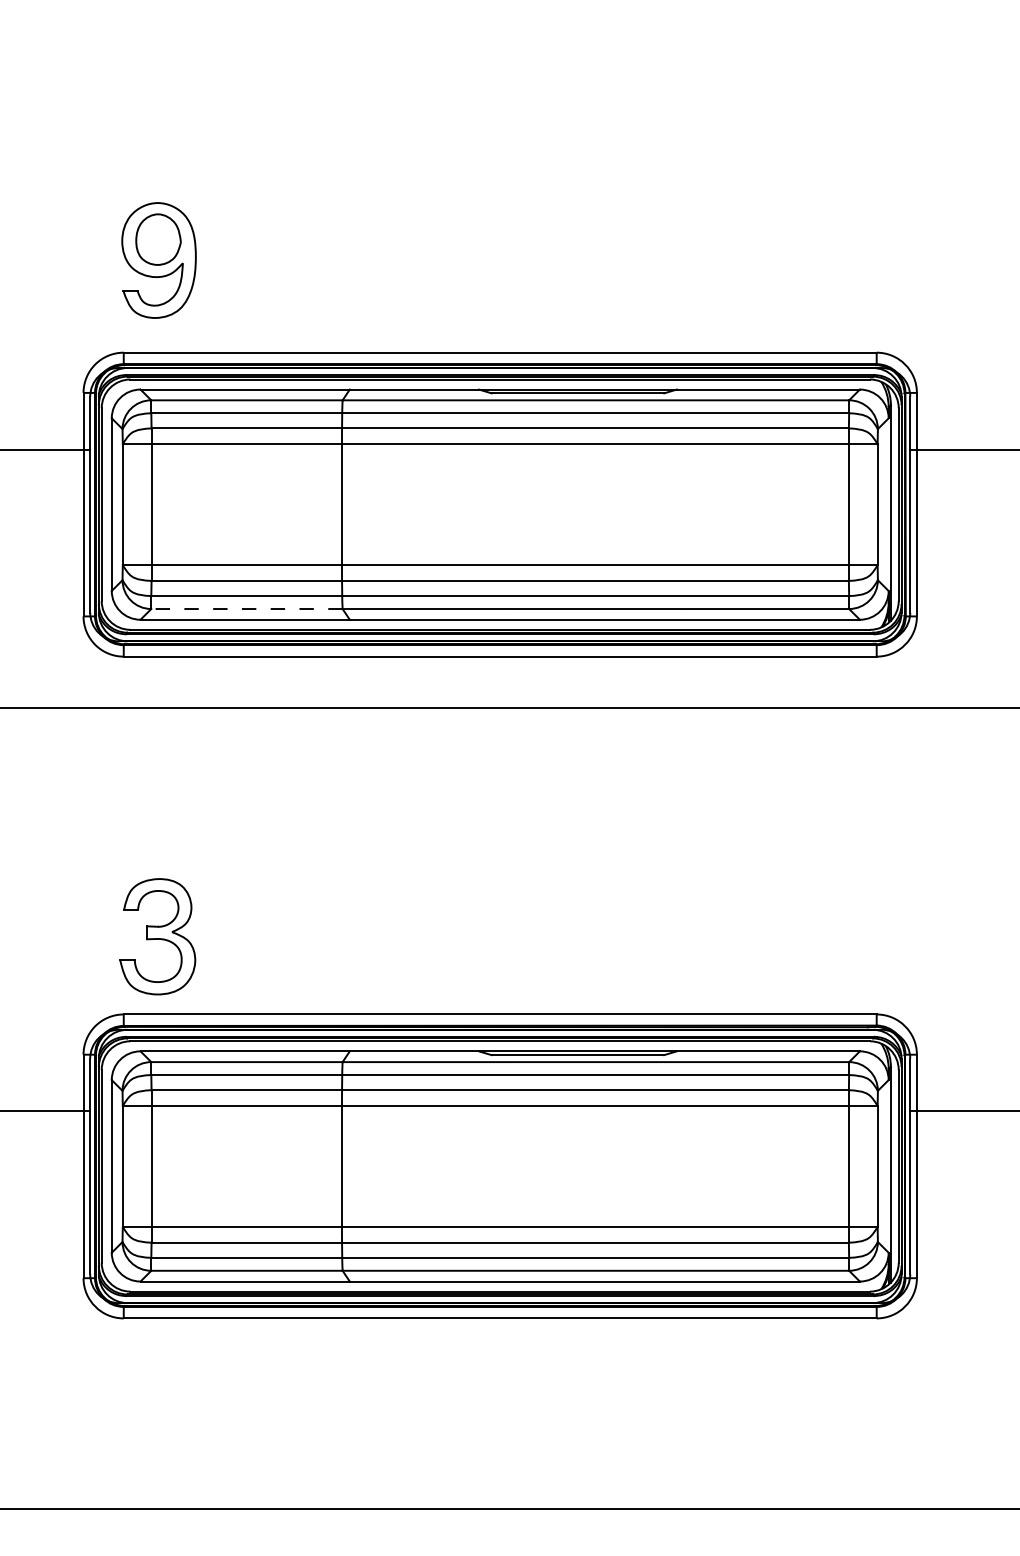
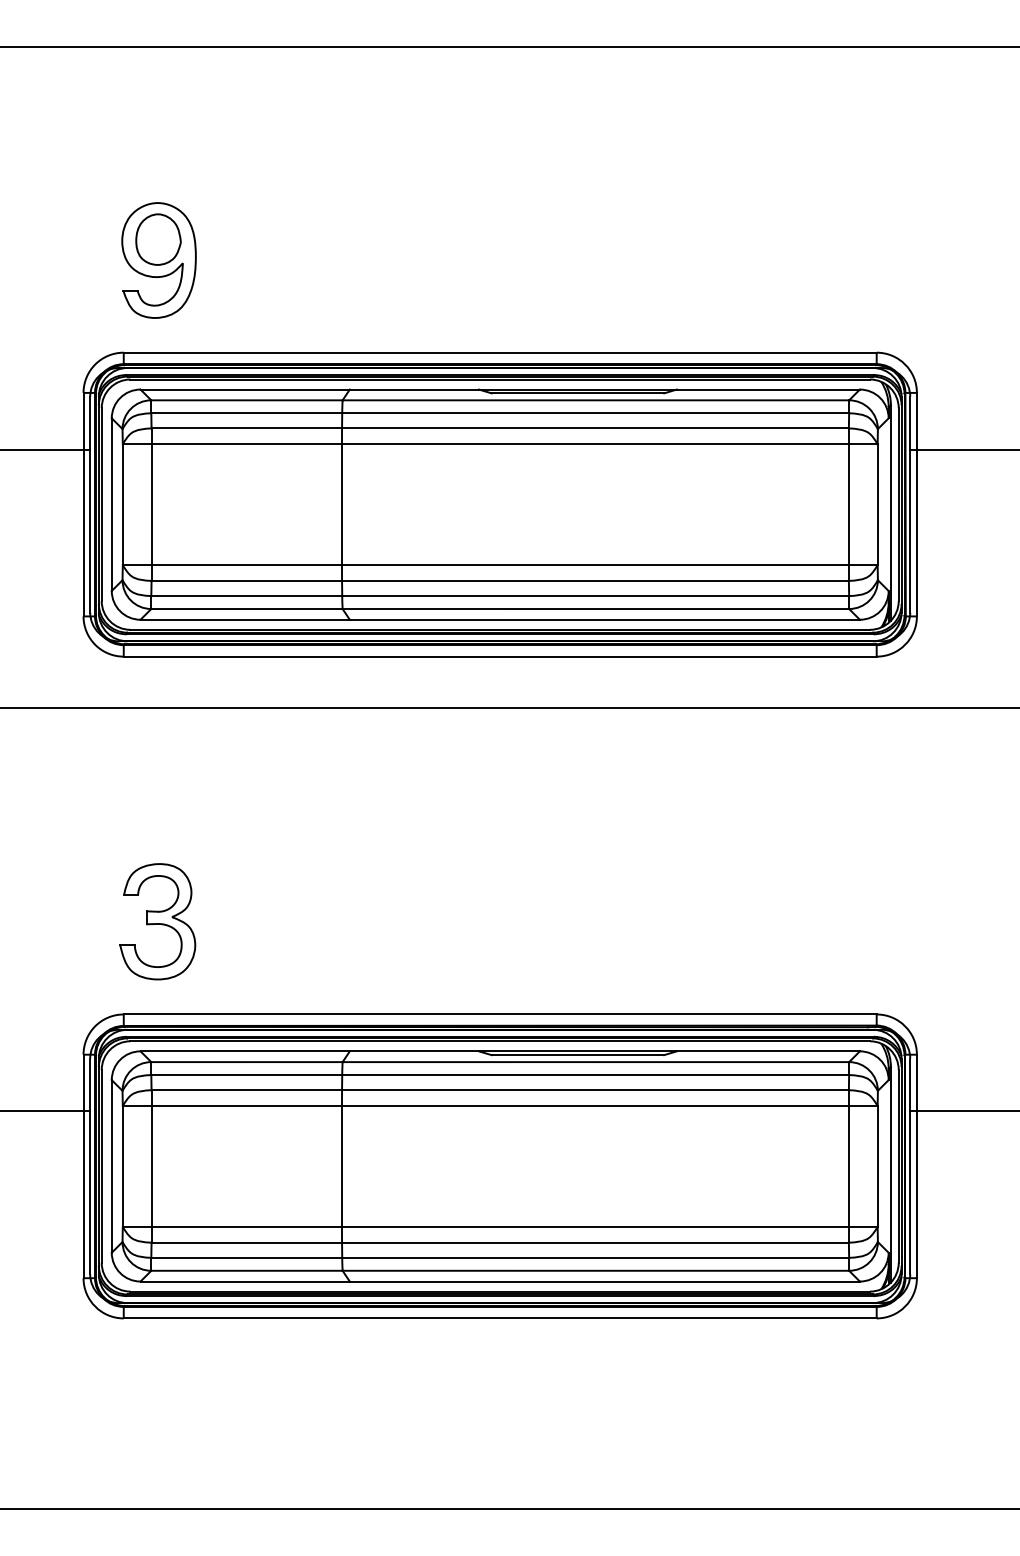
line at (509, 46): none -> present
line at (246, 609): dashed -> solid
part at (157, 936) position: (157, 936) -> (157, 921)
